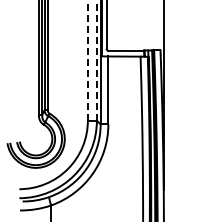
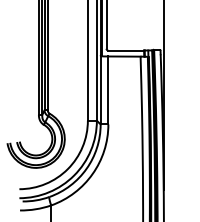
line at (87, 60): dashed -> solid
line at (96, 60): dashed -> solid
